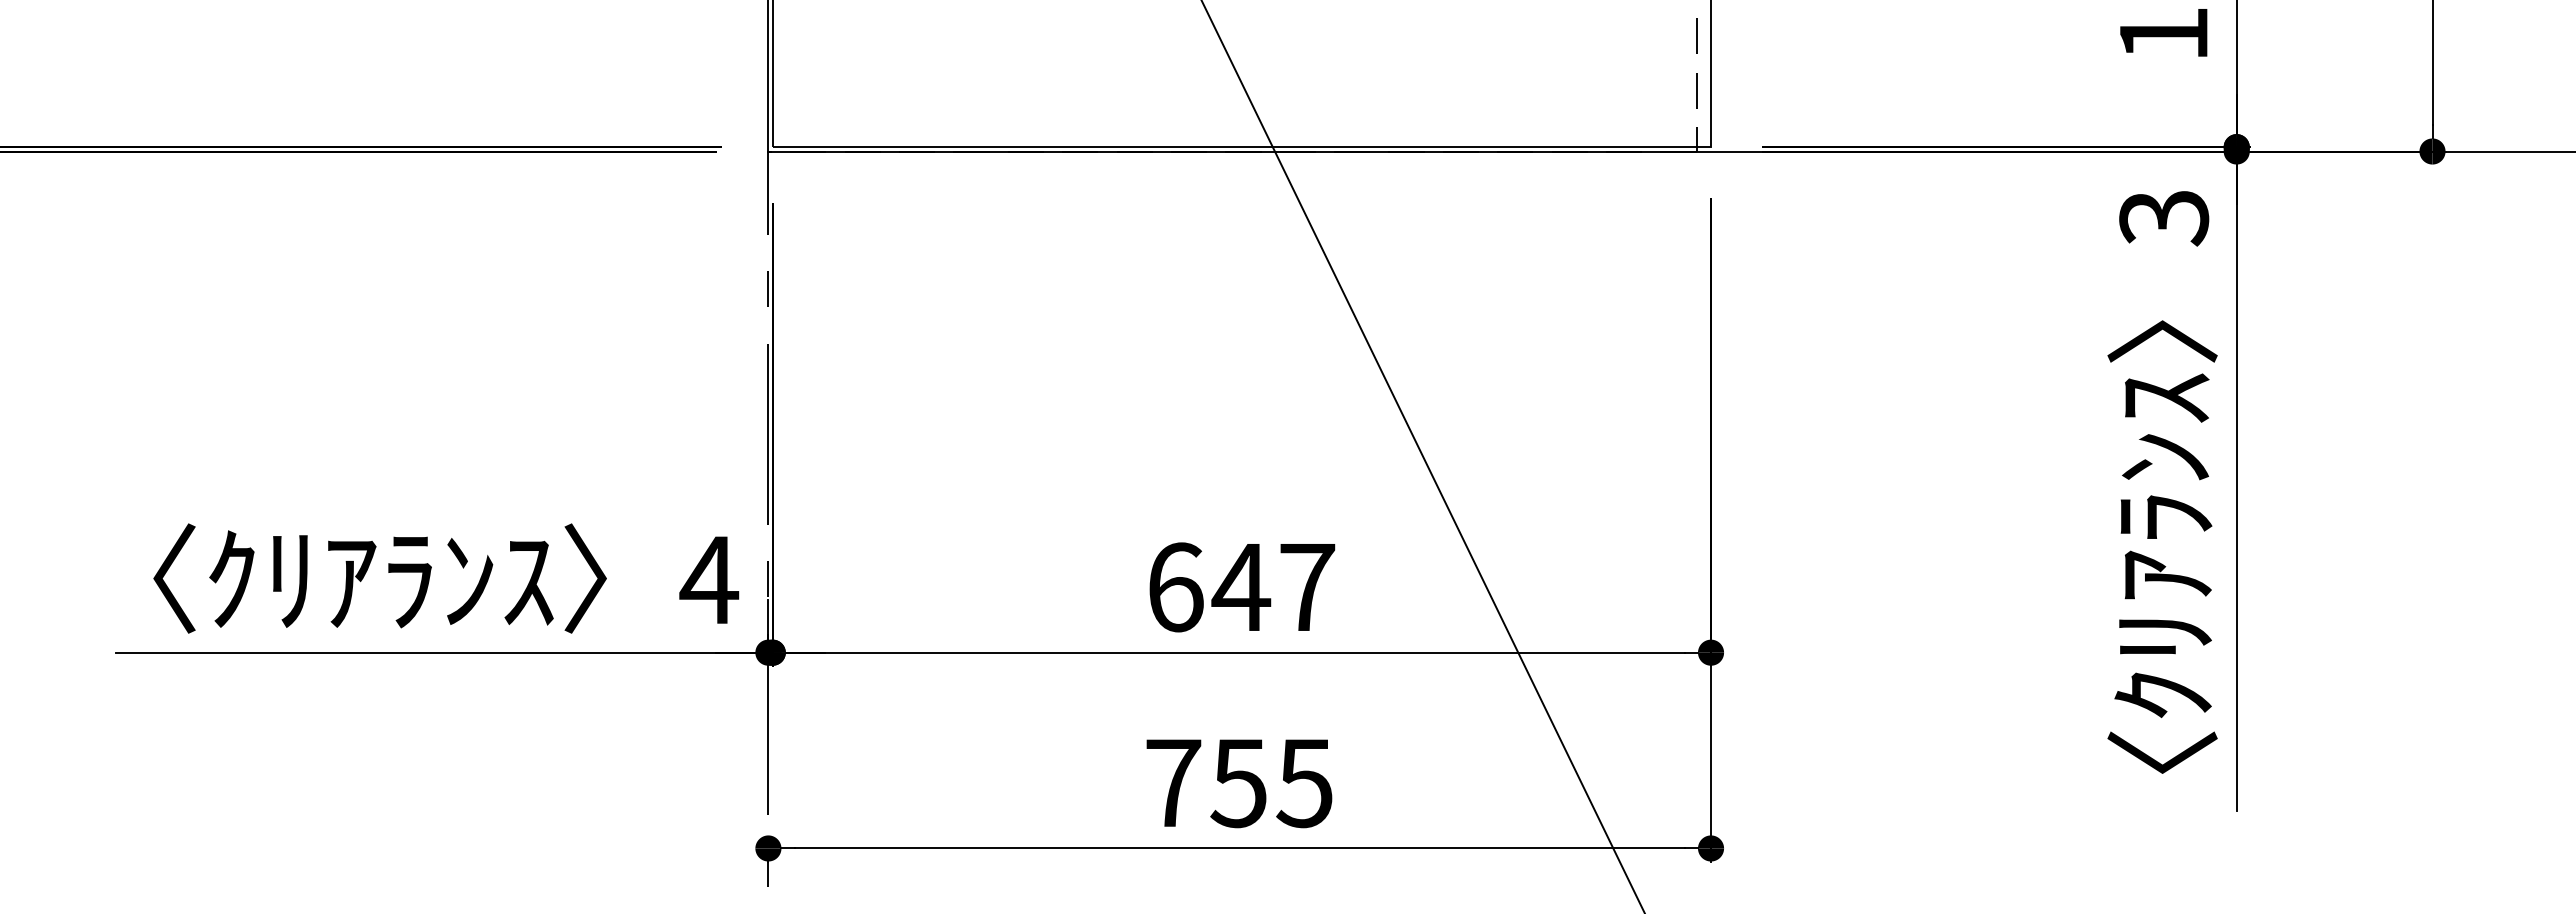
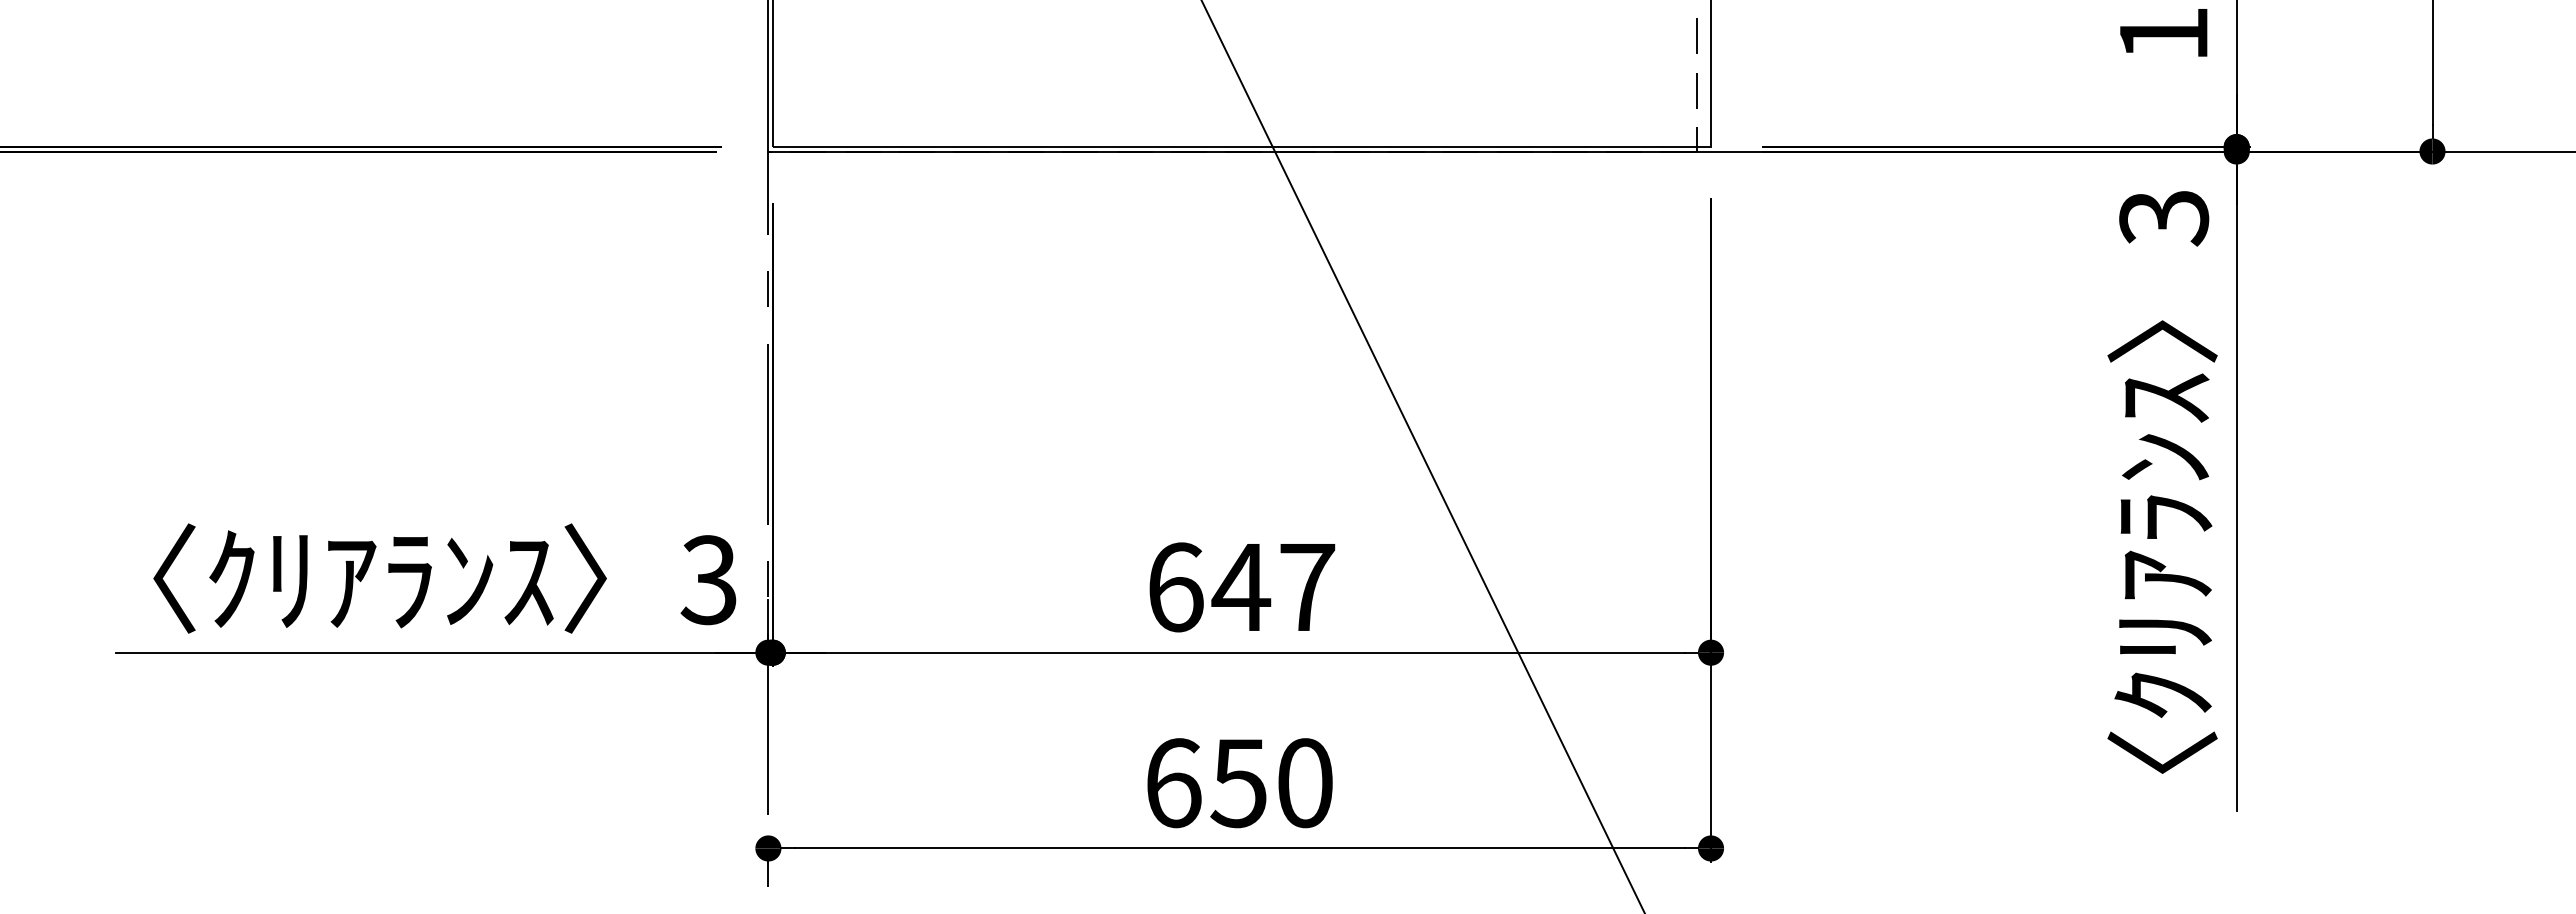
text at (709, 580): 4 -> 3
text at (1239, 783): 755 -> 650
